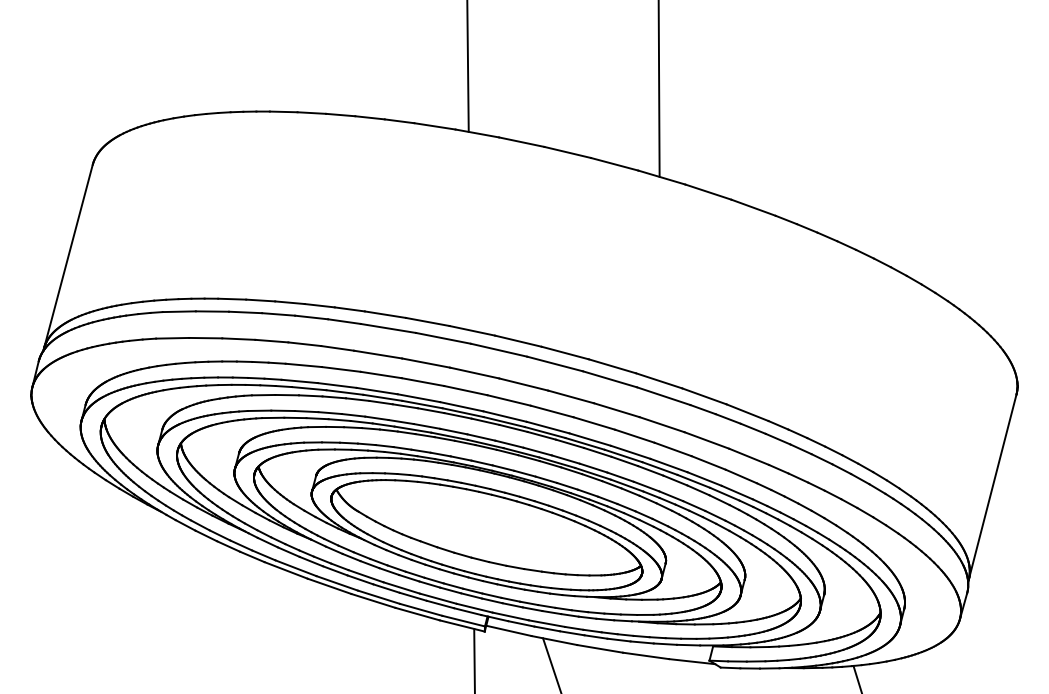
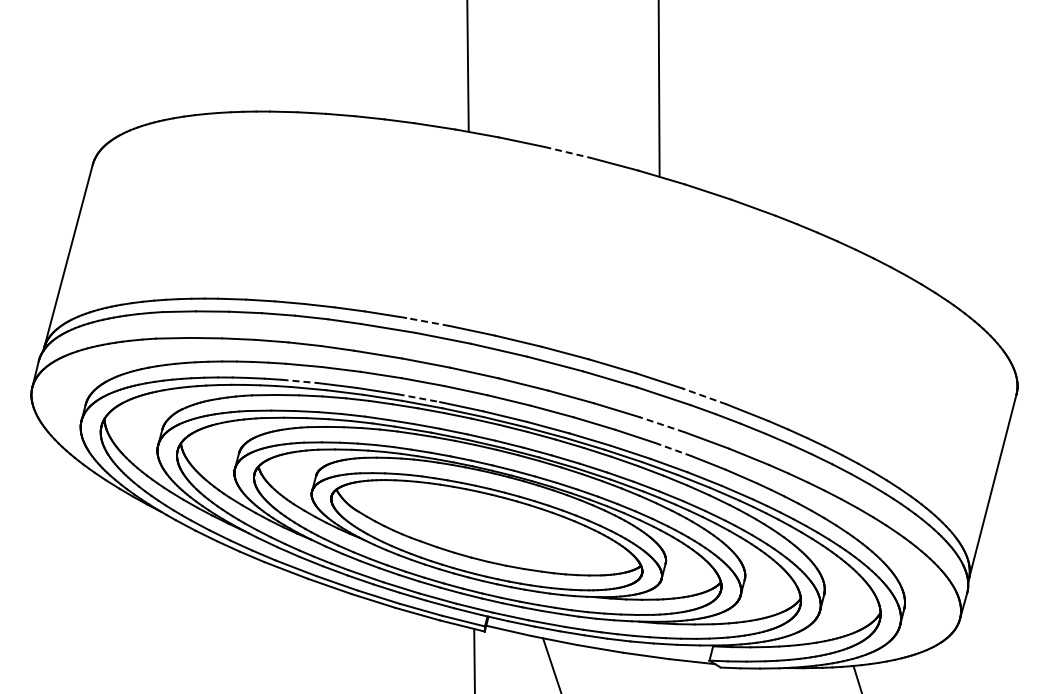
line at (567, 152): solid -> dashed
line at (427, 321): solid -> dashed
line at (300, 381): solid -> dashed
line at (704, 396): solid -> dashed
line at (418, 398): solid -> dashed
line at (662, 424): solid -> dashed
line at (673, 449): solid -> dashed
